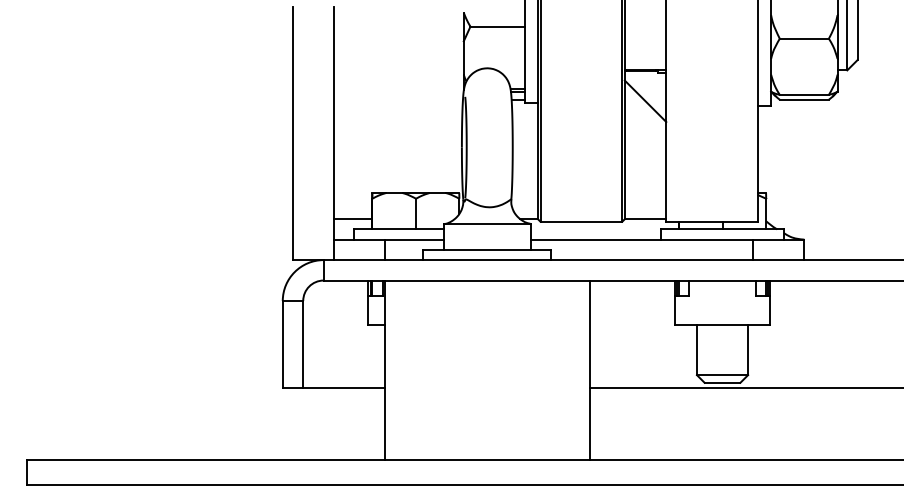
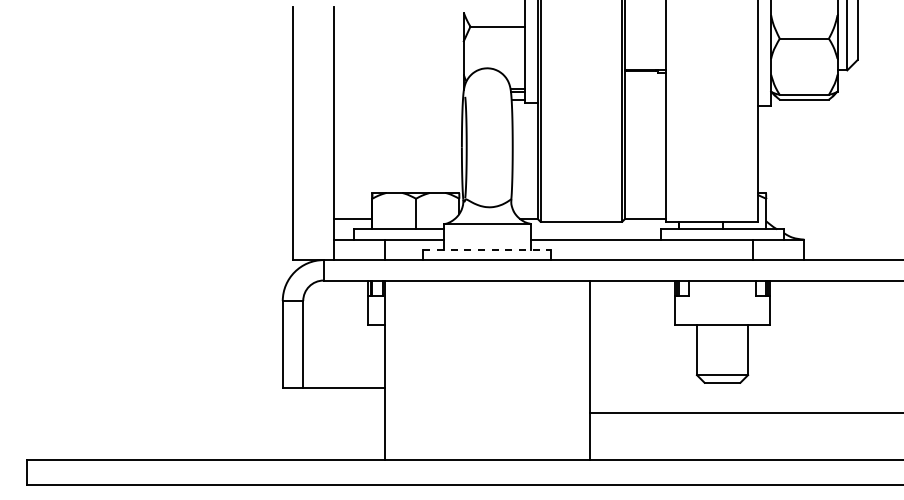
line at (645, 101): present -> none
line at (487, 249): solid -> dashed
line at (744, 387) position: (744, 387) -> (744, 412)
